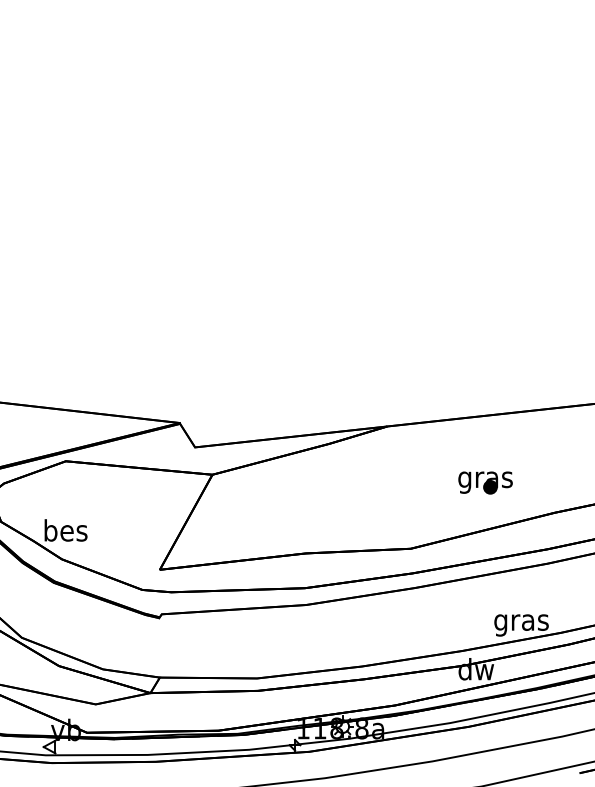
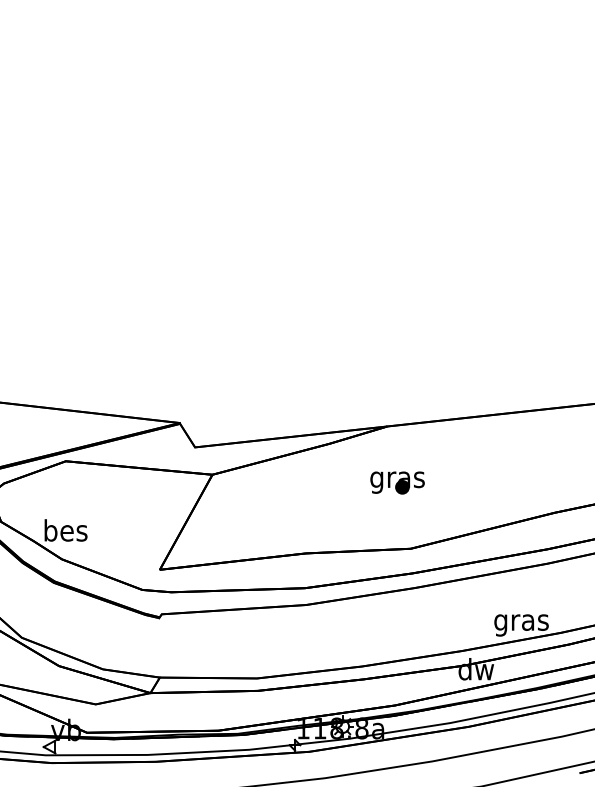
part at (485, 482) position: (485, 482) -> (397, 482)
